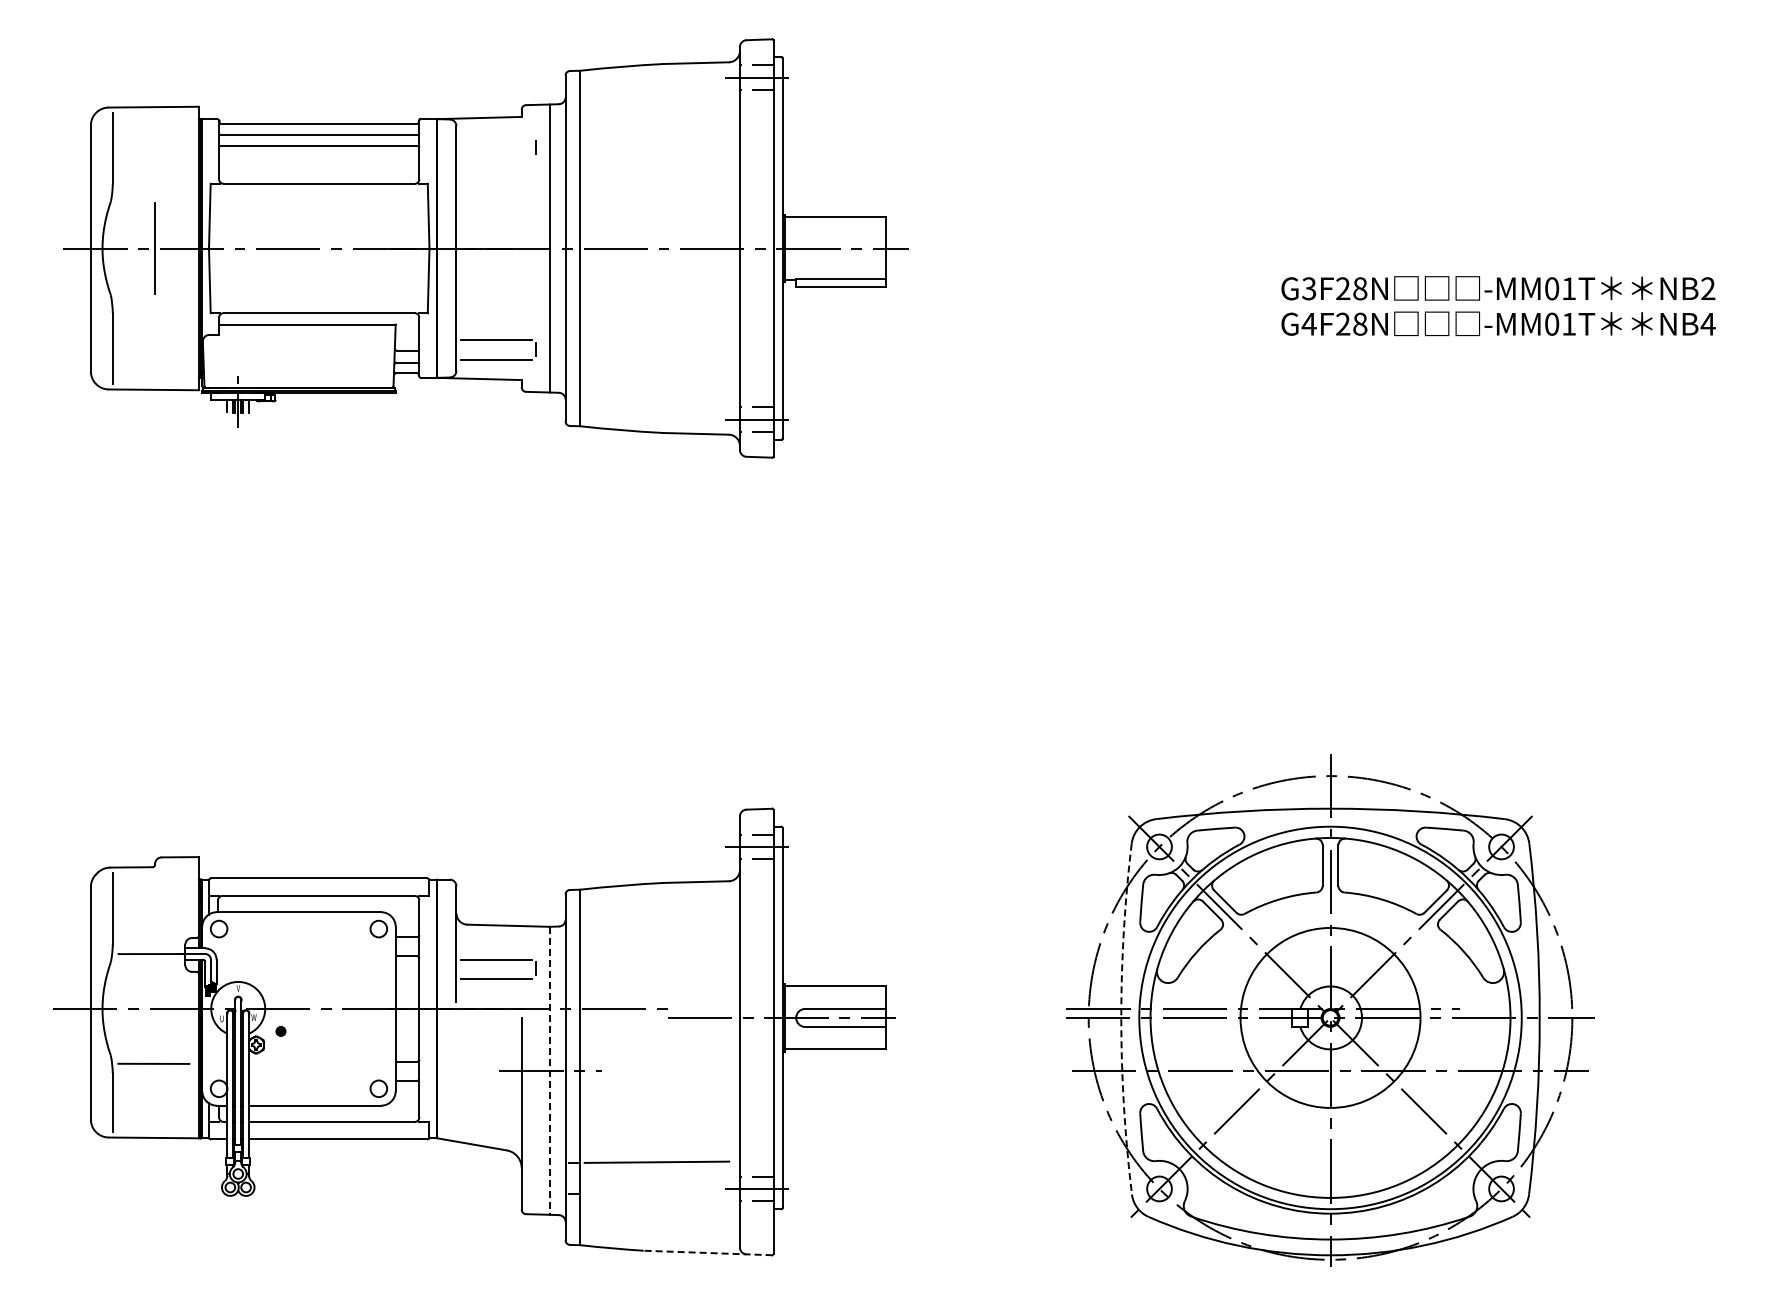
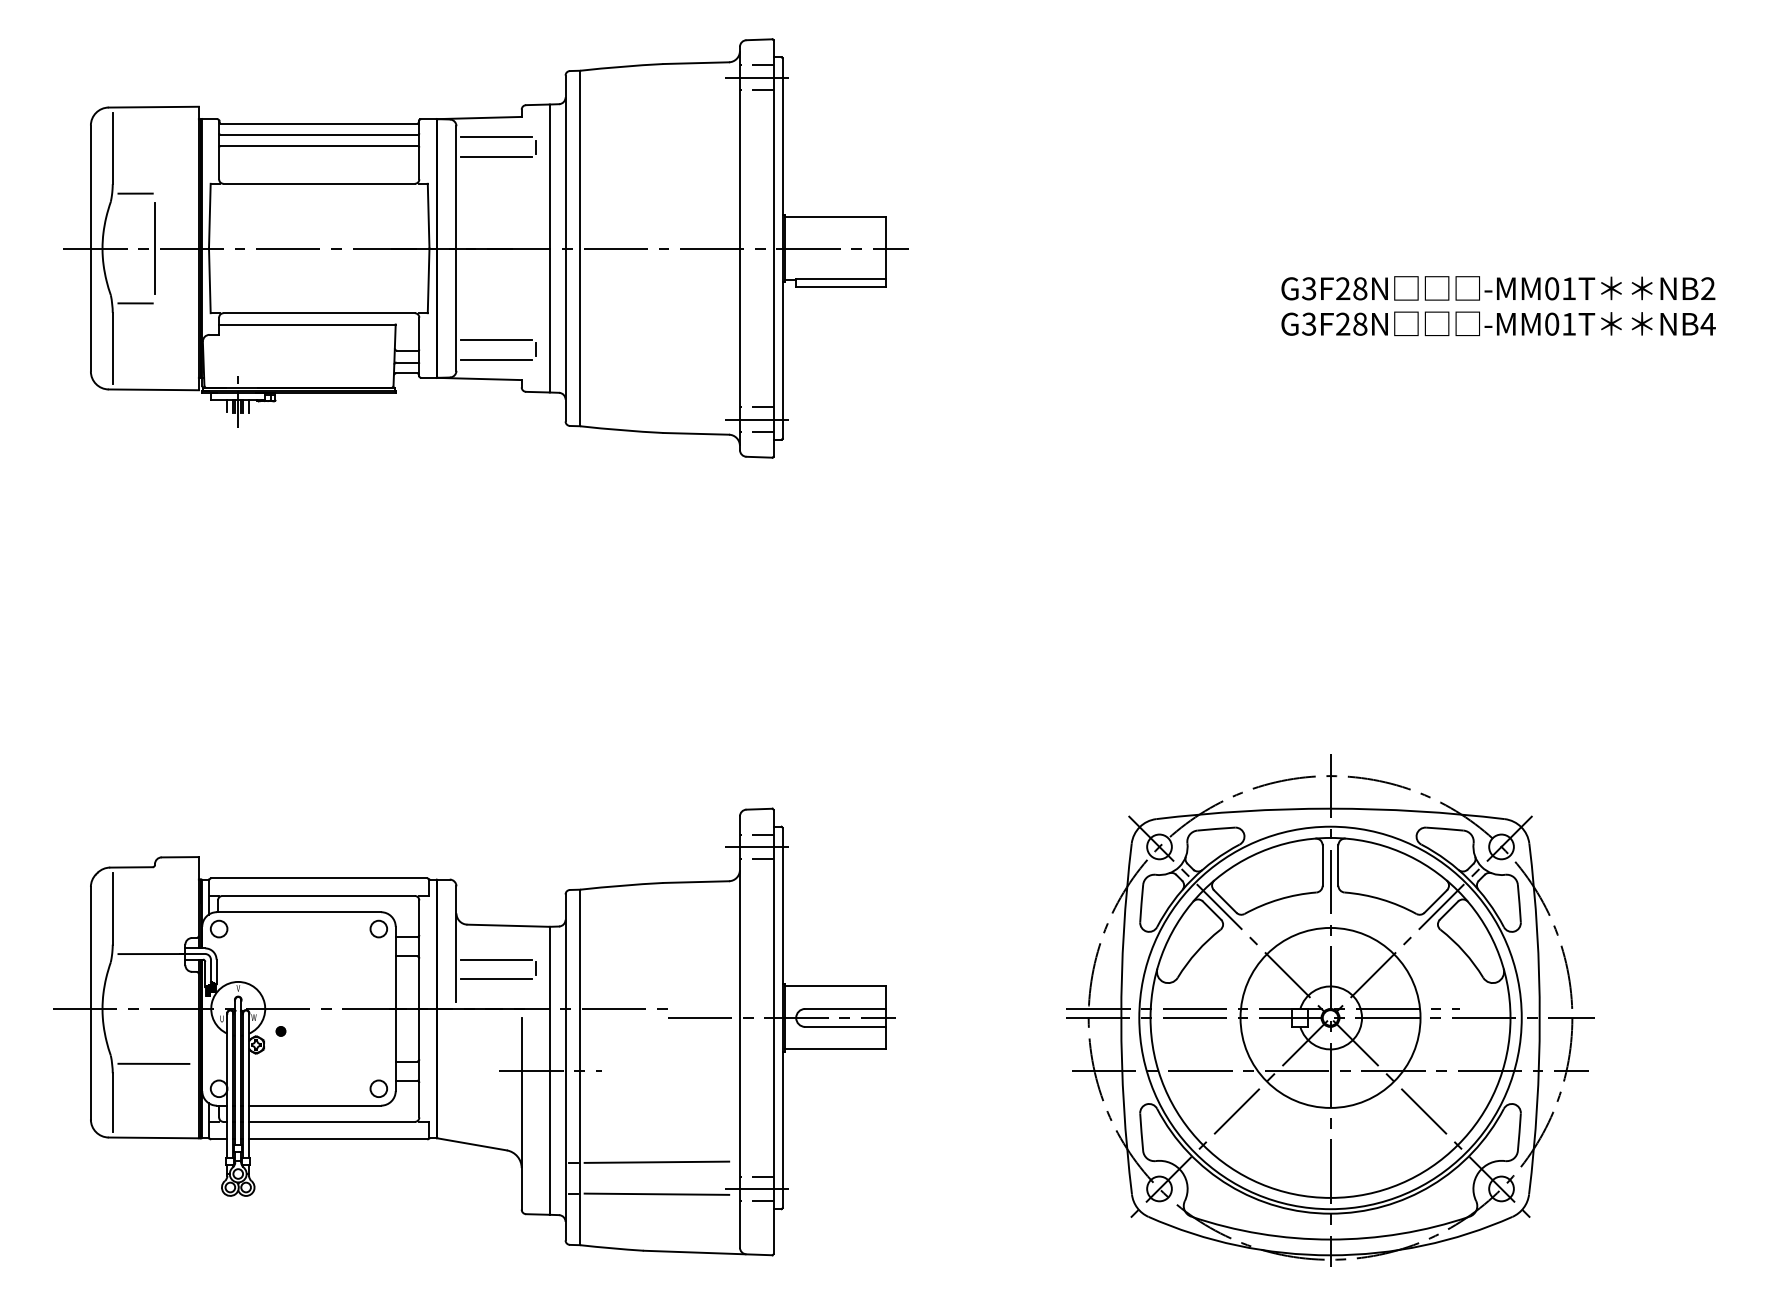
line at (496, 137): none -> present
line at (496, 157): none -> present
line at (135, 193): none -> present
line at (135, 303): none -> present
text at (1308, 323): G4F28N -> G3F28N
arc at (1121, 1019): dashed -> solid
line at (549, 1070): dashed -> solid
line at (656, 1193): none -> present
line at (707, 1252): dashed -> solid
